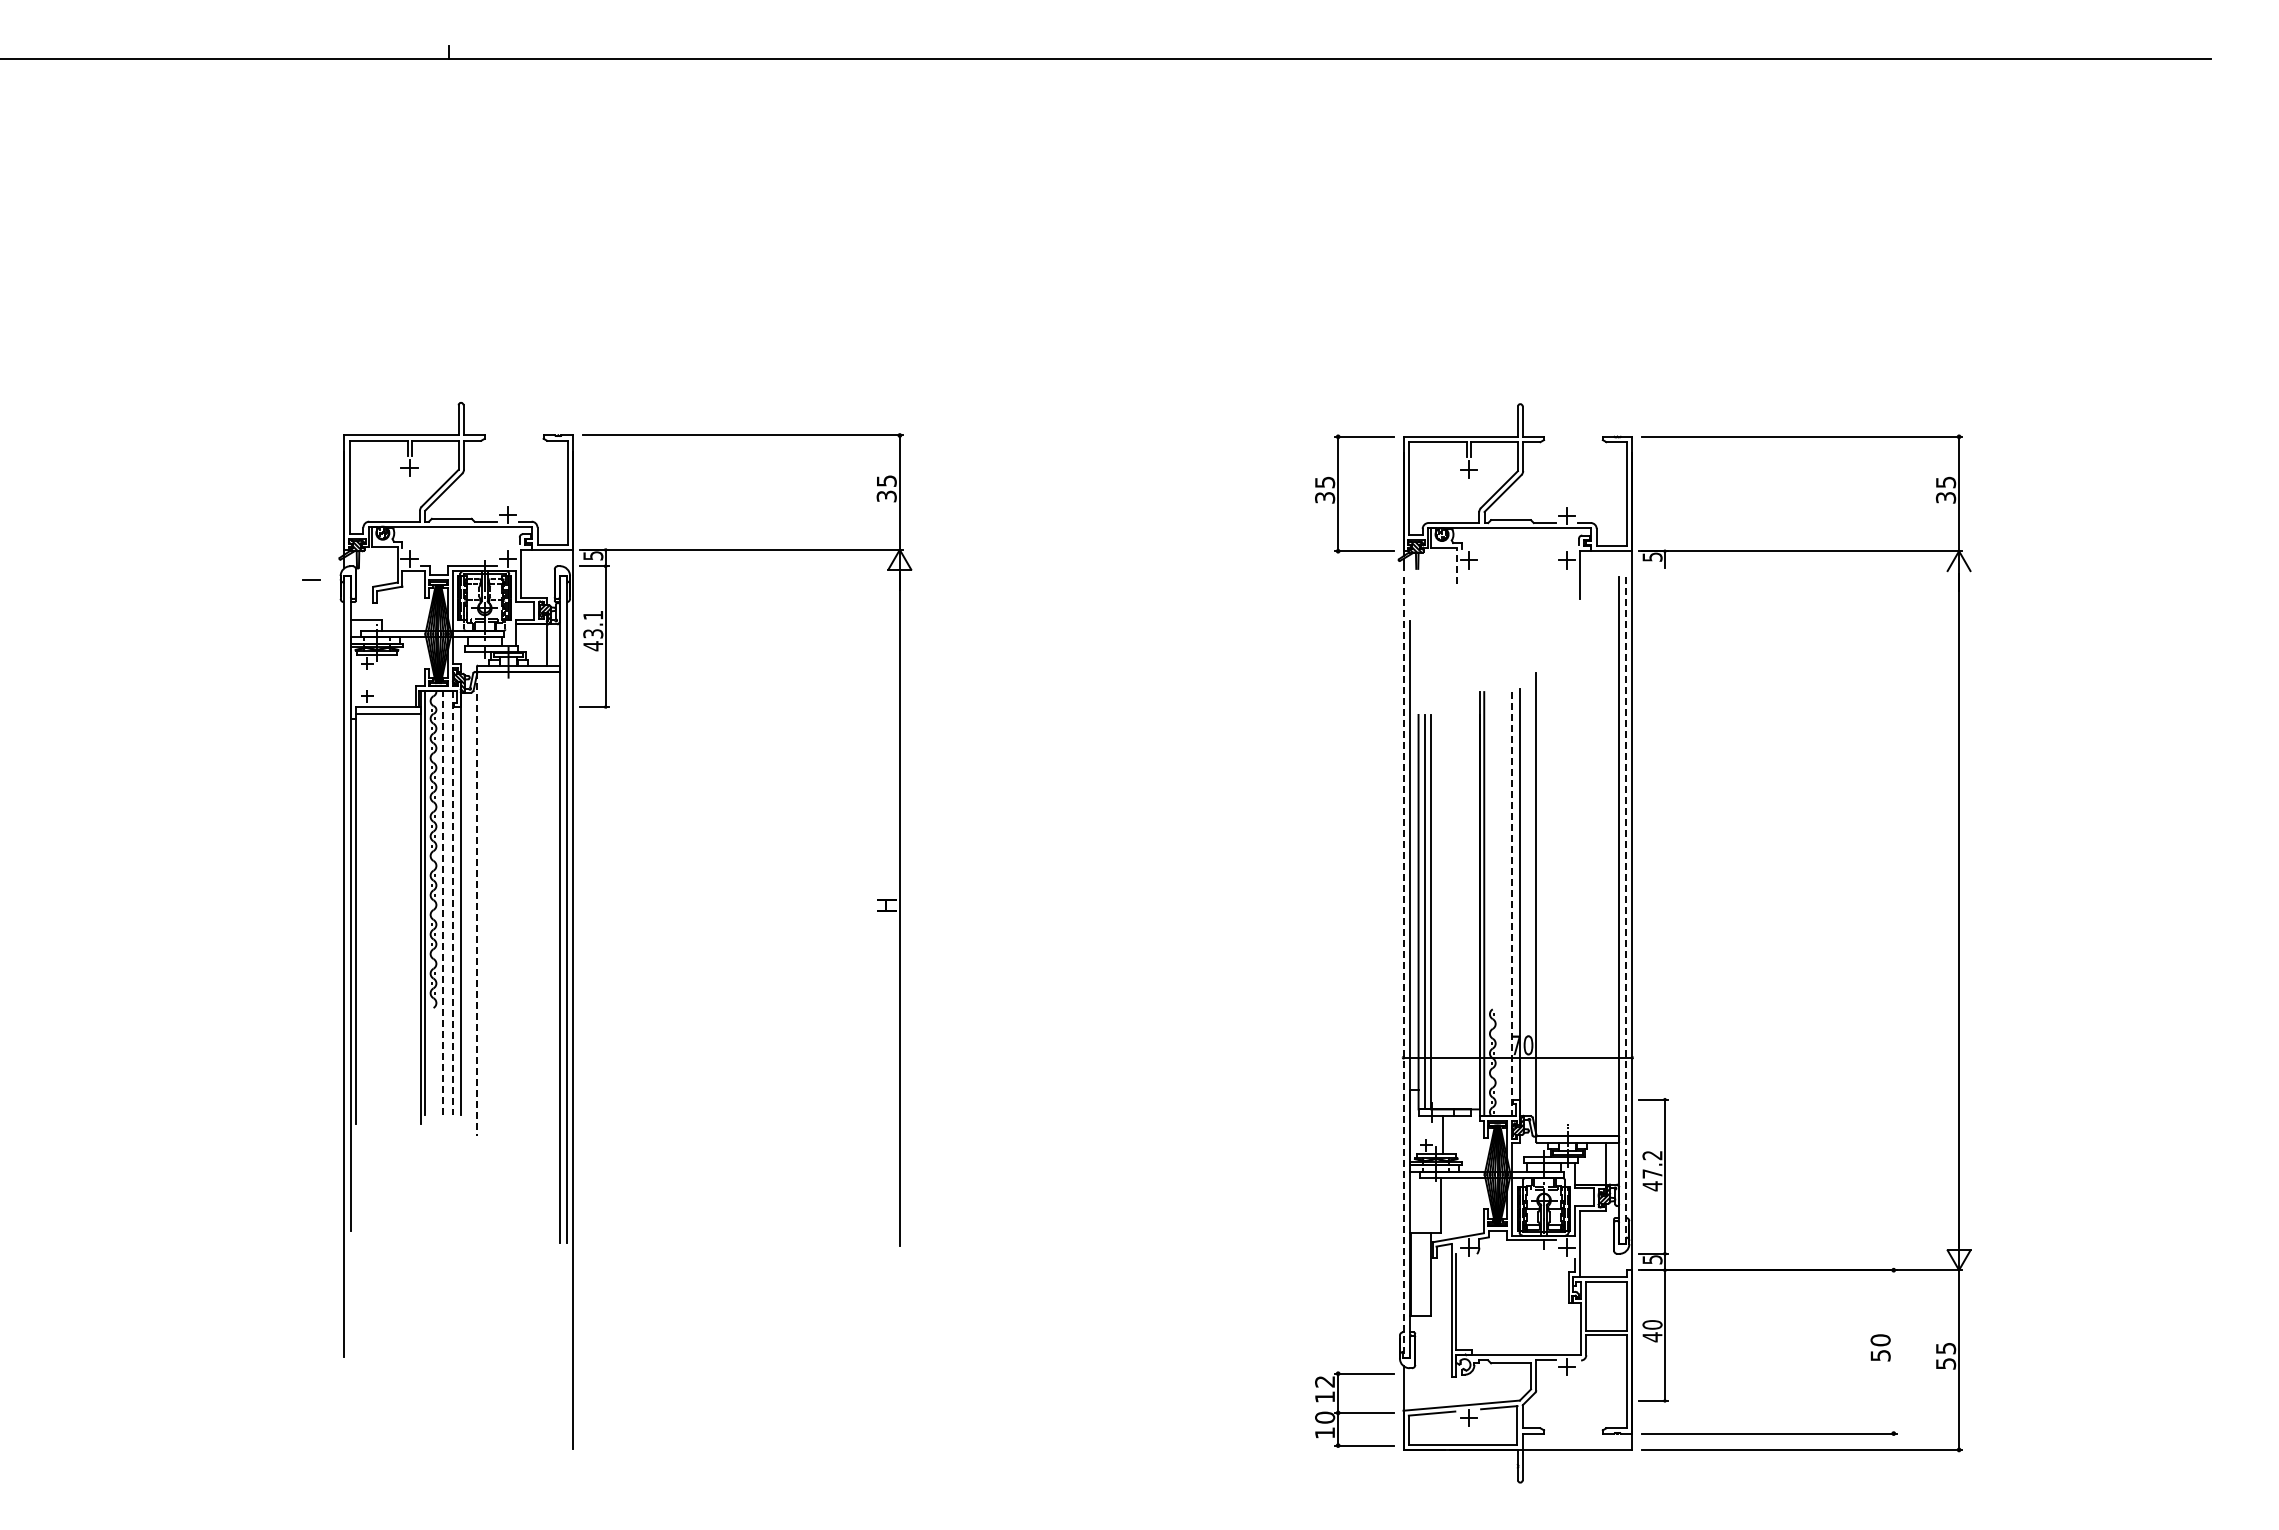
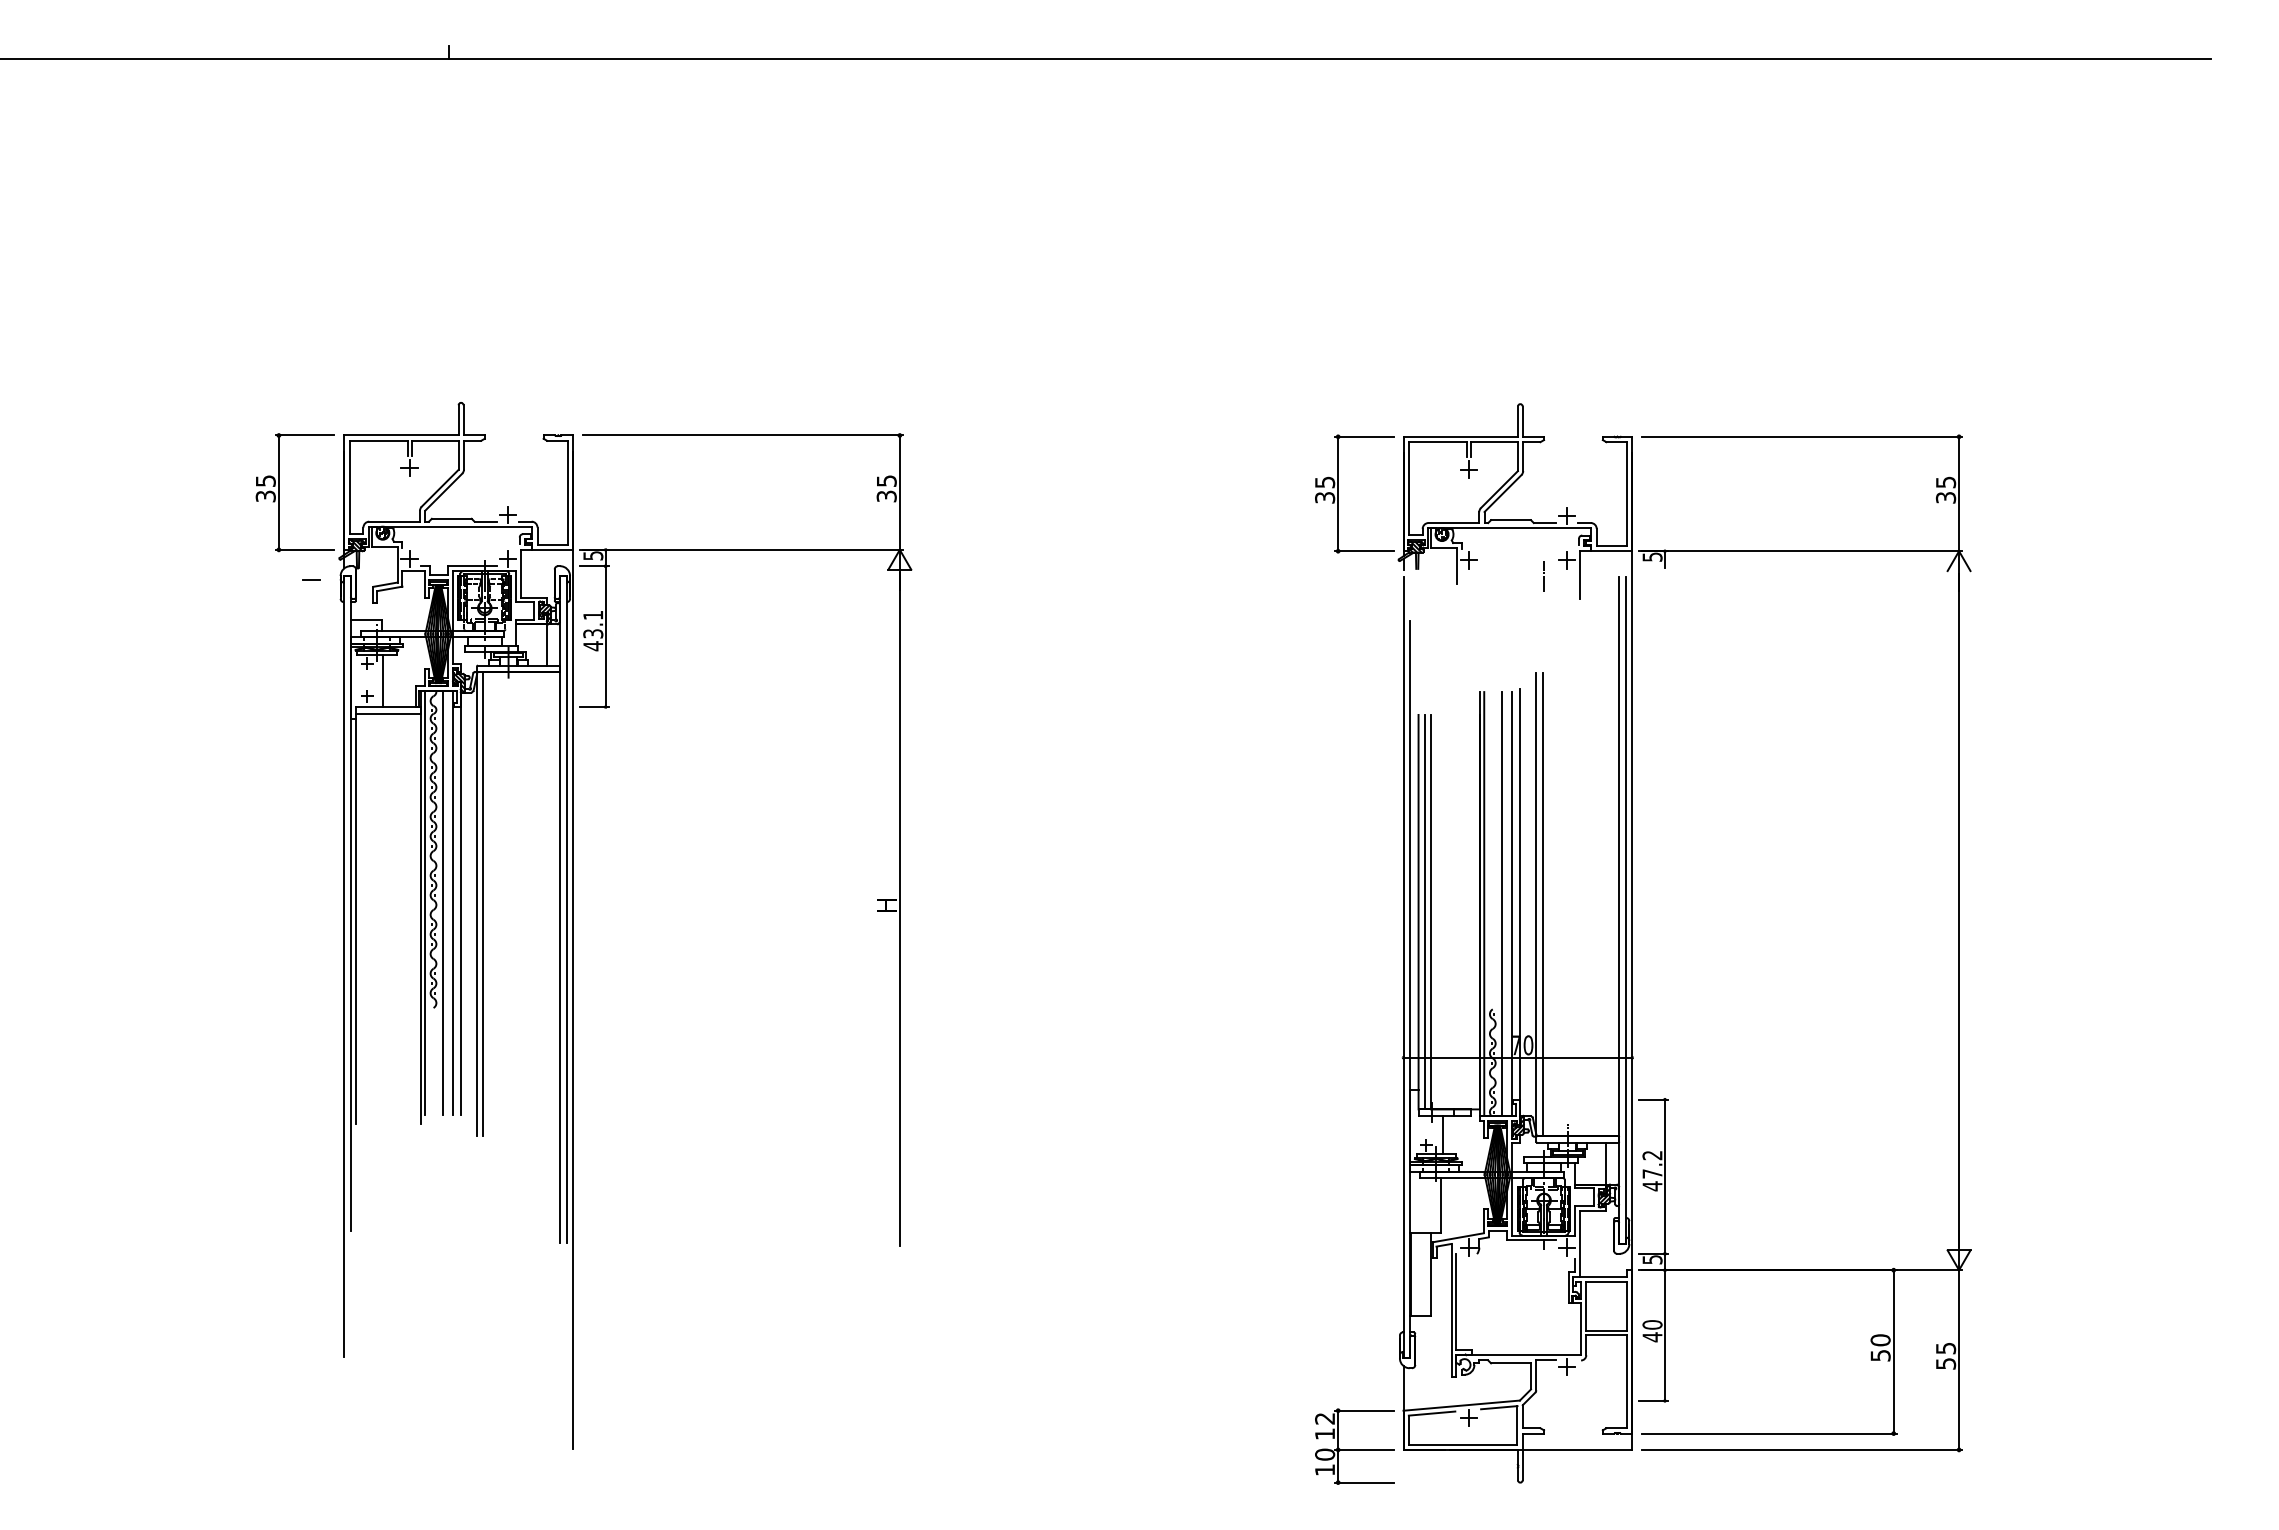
part at (279, 492): none -> present
line at (1456, 565): dashed -> solid
line at (1543, 576): none -> present
line at (383, 681): none -> present
line at (442, 902): dashed -> solid
line at (453, 902): dashed -> solid
line at (476, 903): dashed -> solid
line at (483, 903): none -> present
line at (1502, 903): none -> present
line at (1512, 904): dashed -> solid
line at (1542, 904): none -> present
line at (1625, 911): dashed -> solid
line at (1403, 967): dashed -> solid
line at (1893, 1351): none -> present
part at (1354, 1409) position: (1354, 1409) -> (1354, 1446)
